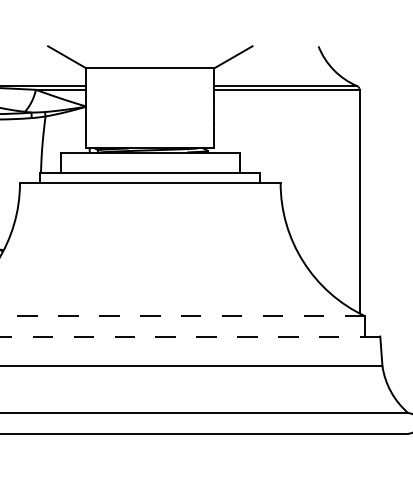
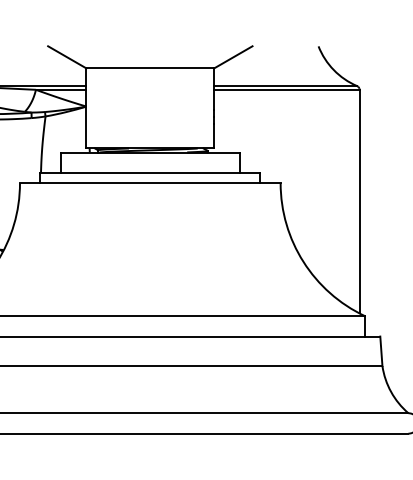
line at (182, 316): dashed -> solid
line at (190, 336): dashed -> solid
